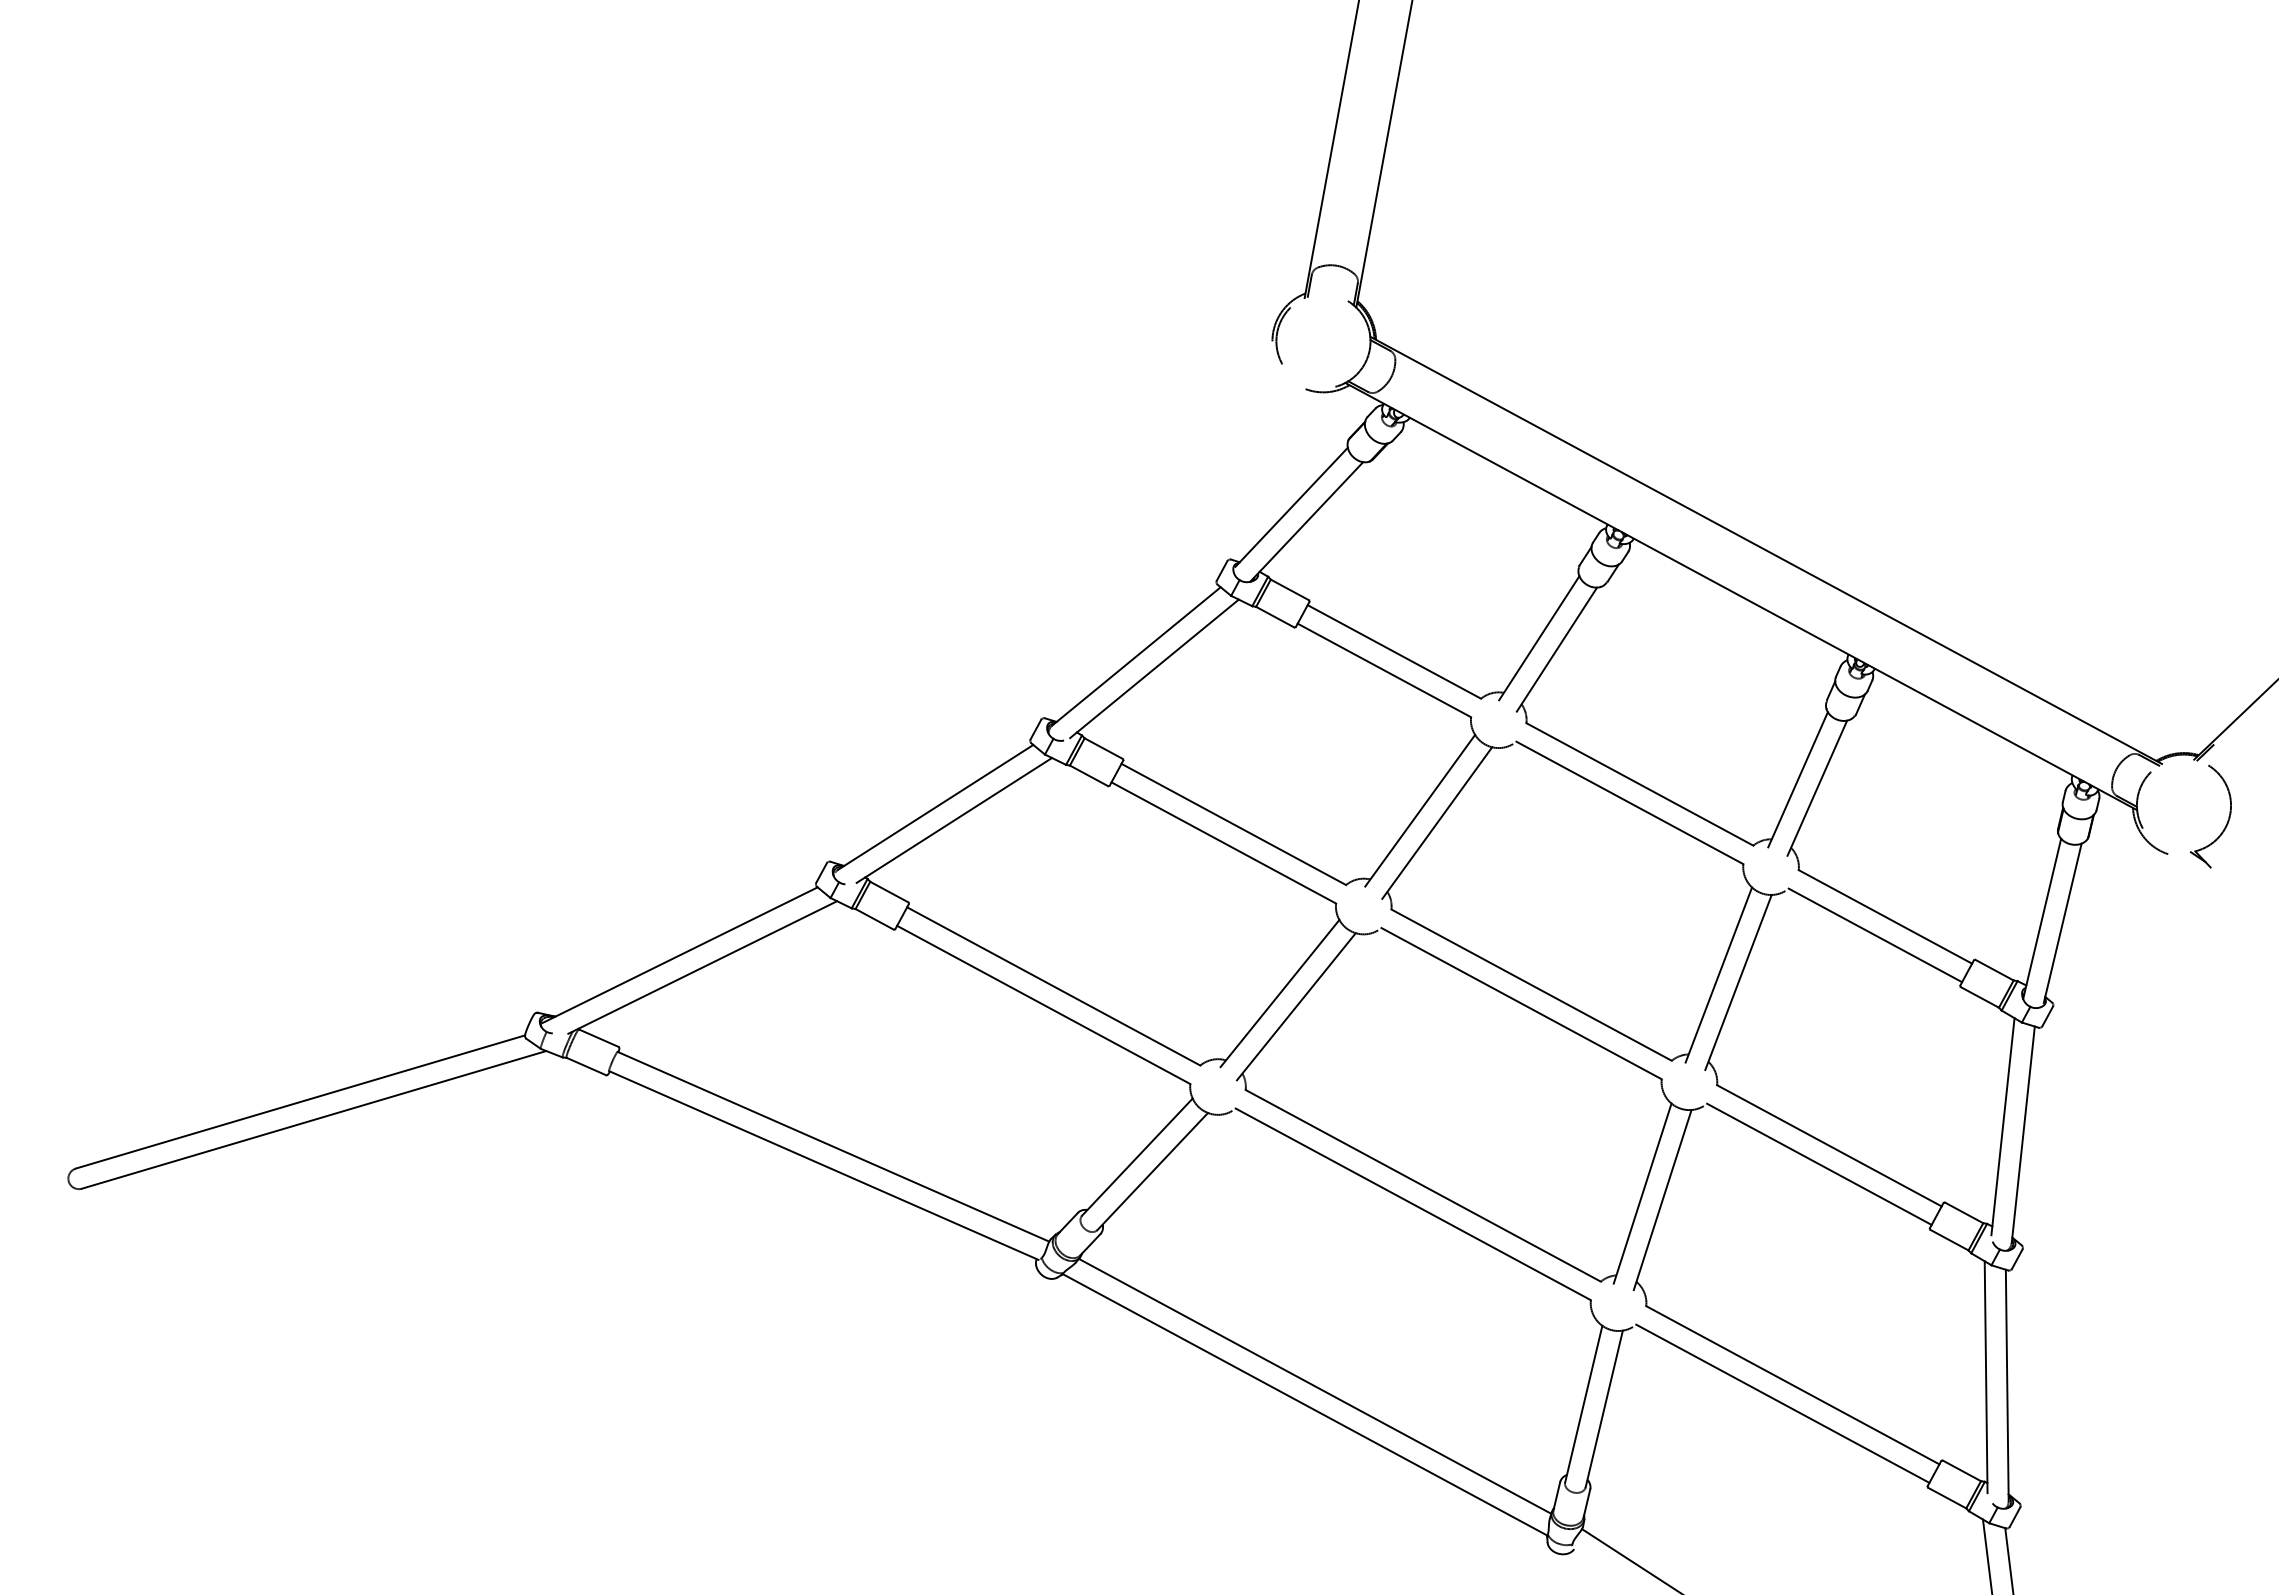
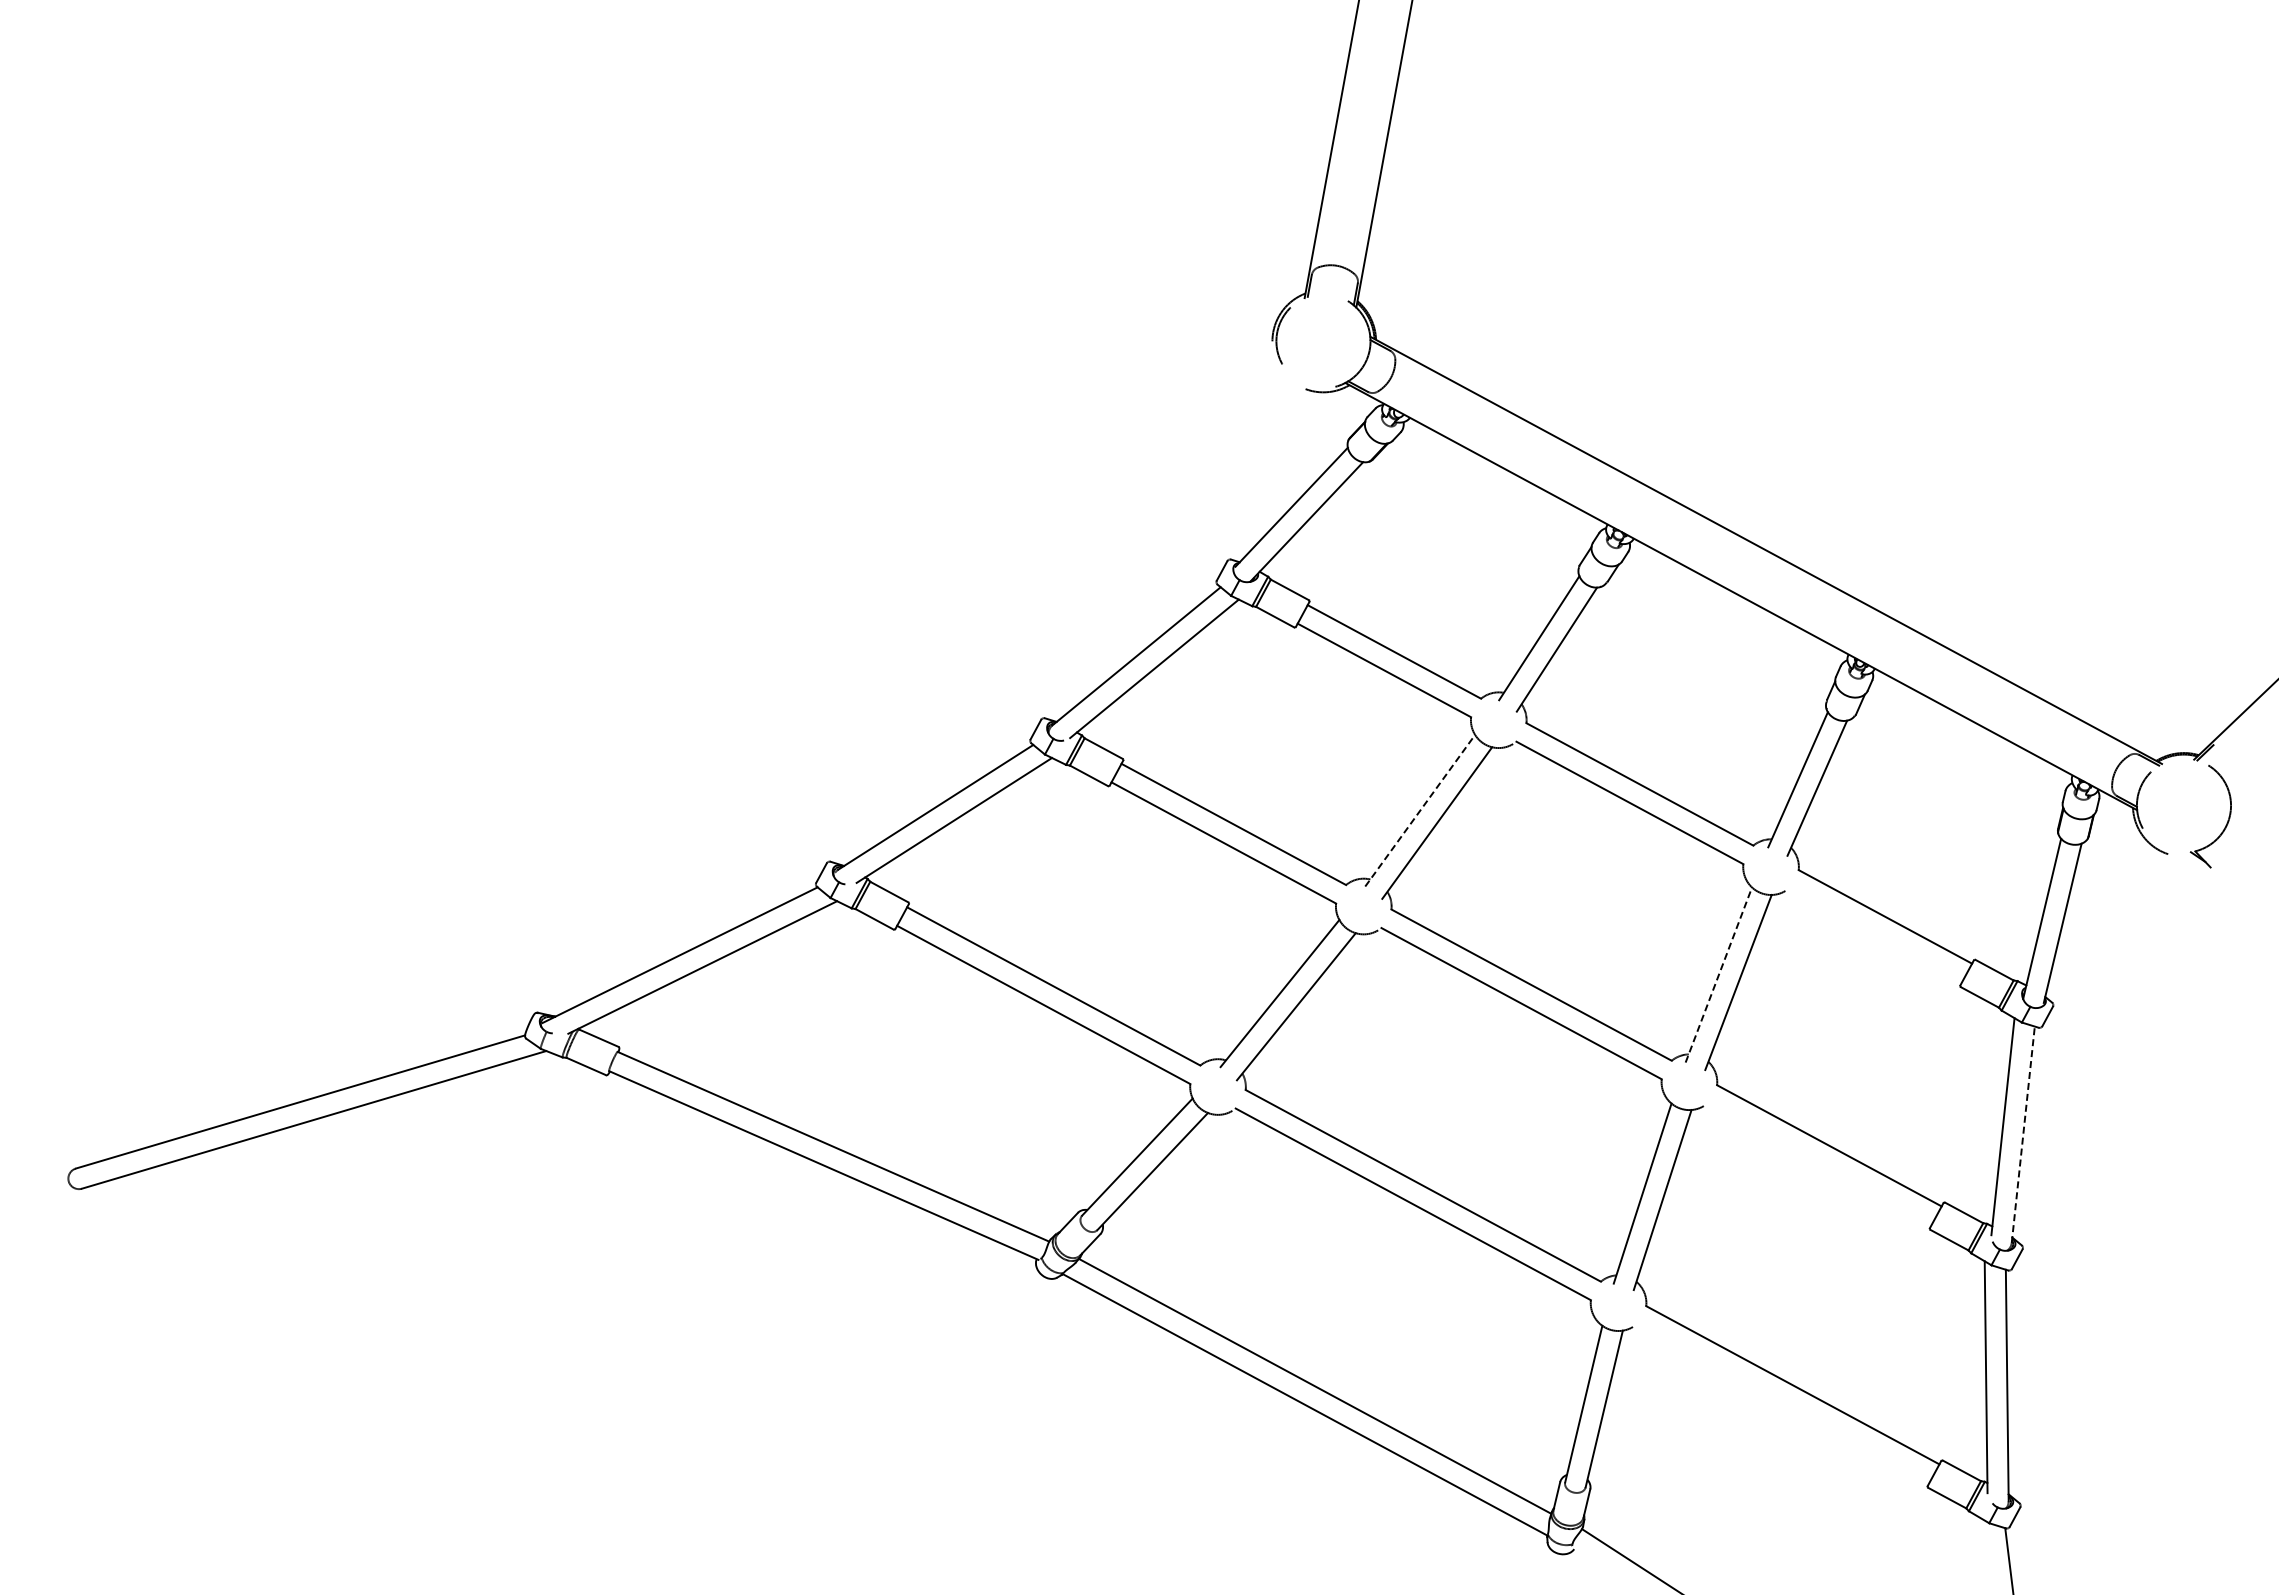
line at (1420, 810): solid -> dashed
line at (1875, 935): present -> none
line at (1718, 975): solid -> dashed
line at (2023, 1134): solid -> dashed
line at (1819, 1163): present -> none
line at (1782, 1403): present -> none
line at (1986, 1555): present -> none
